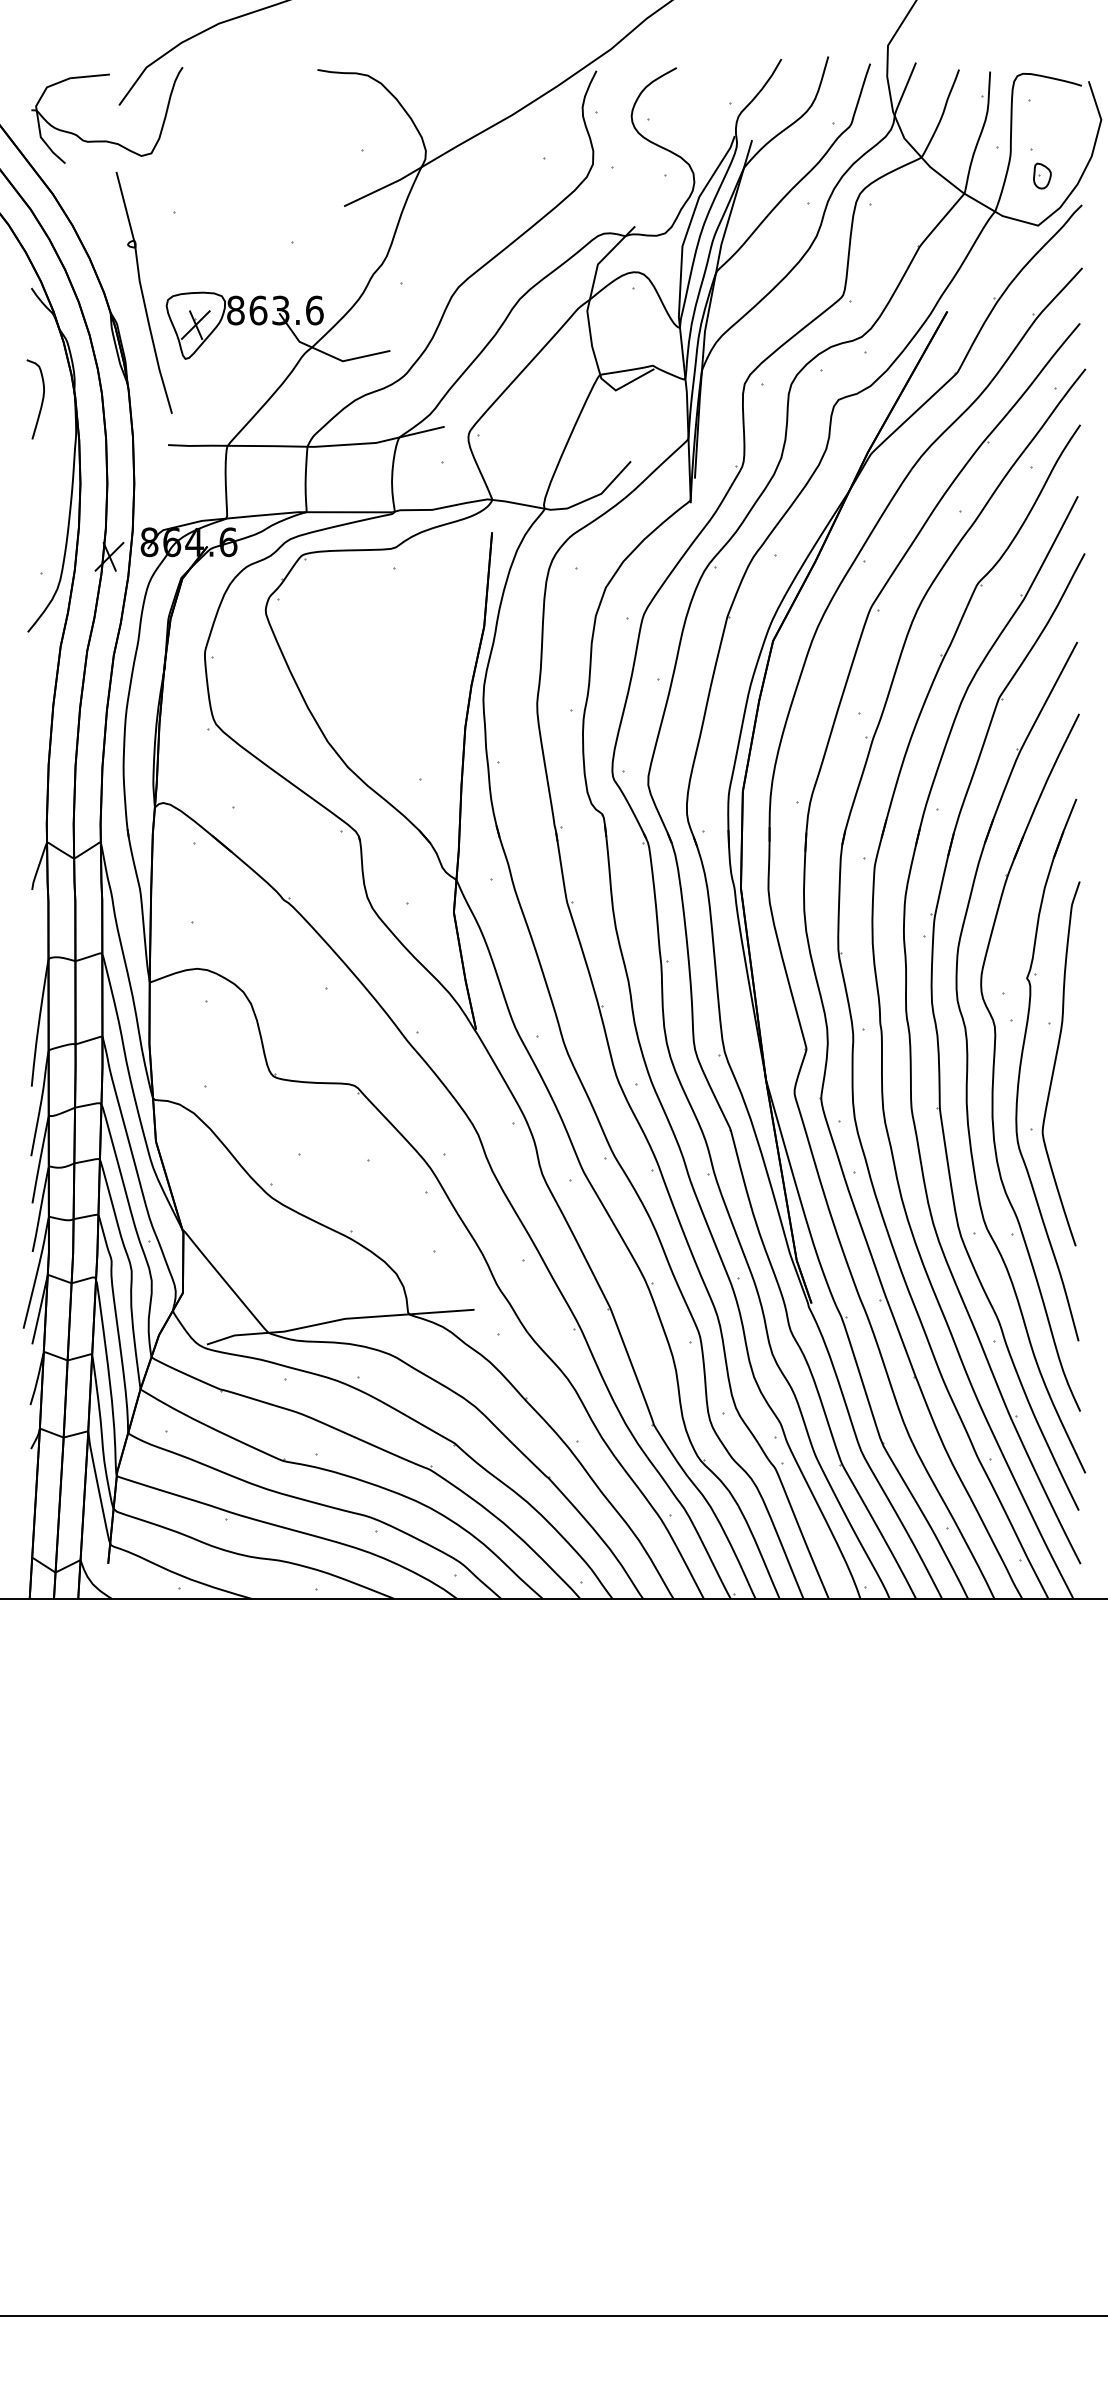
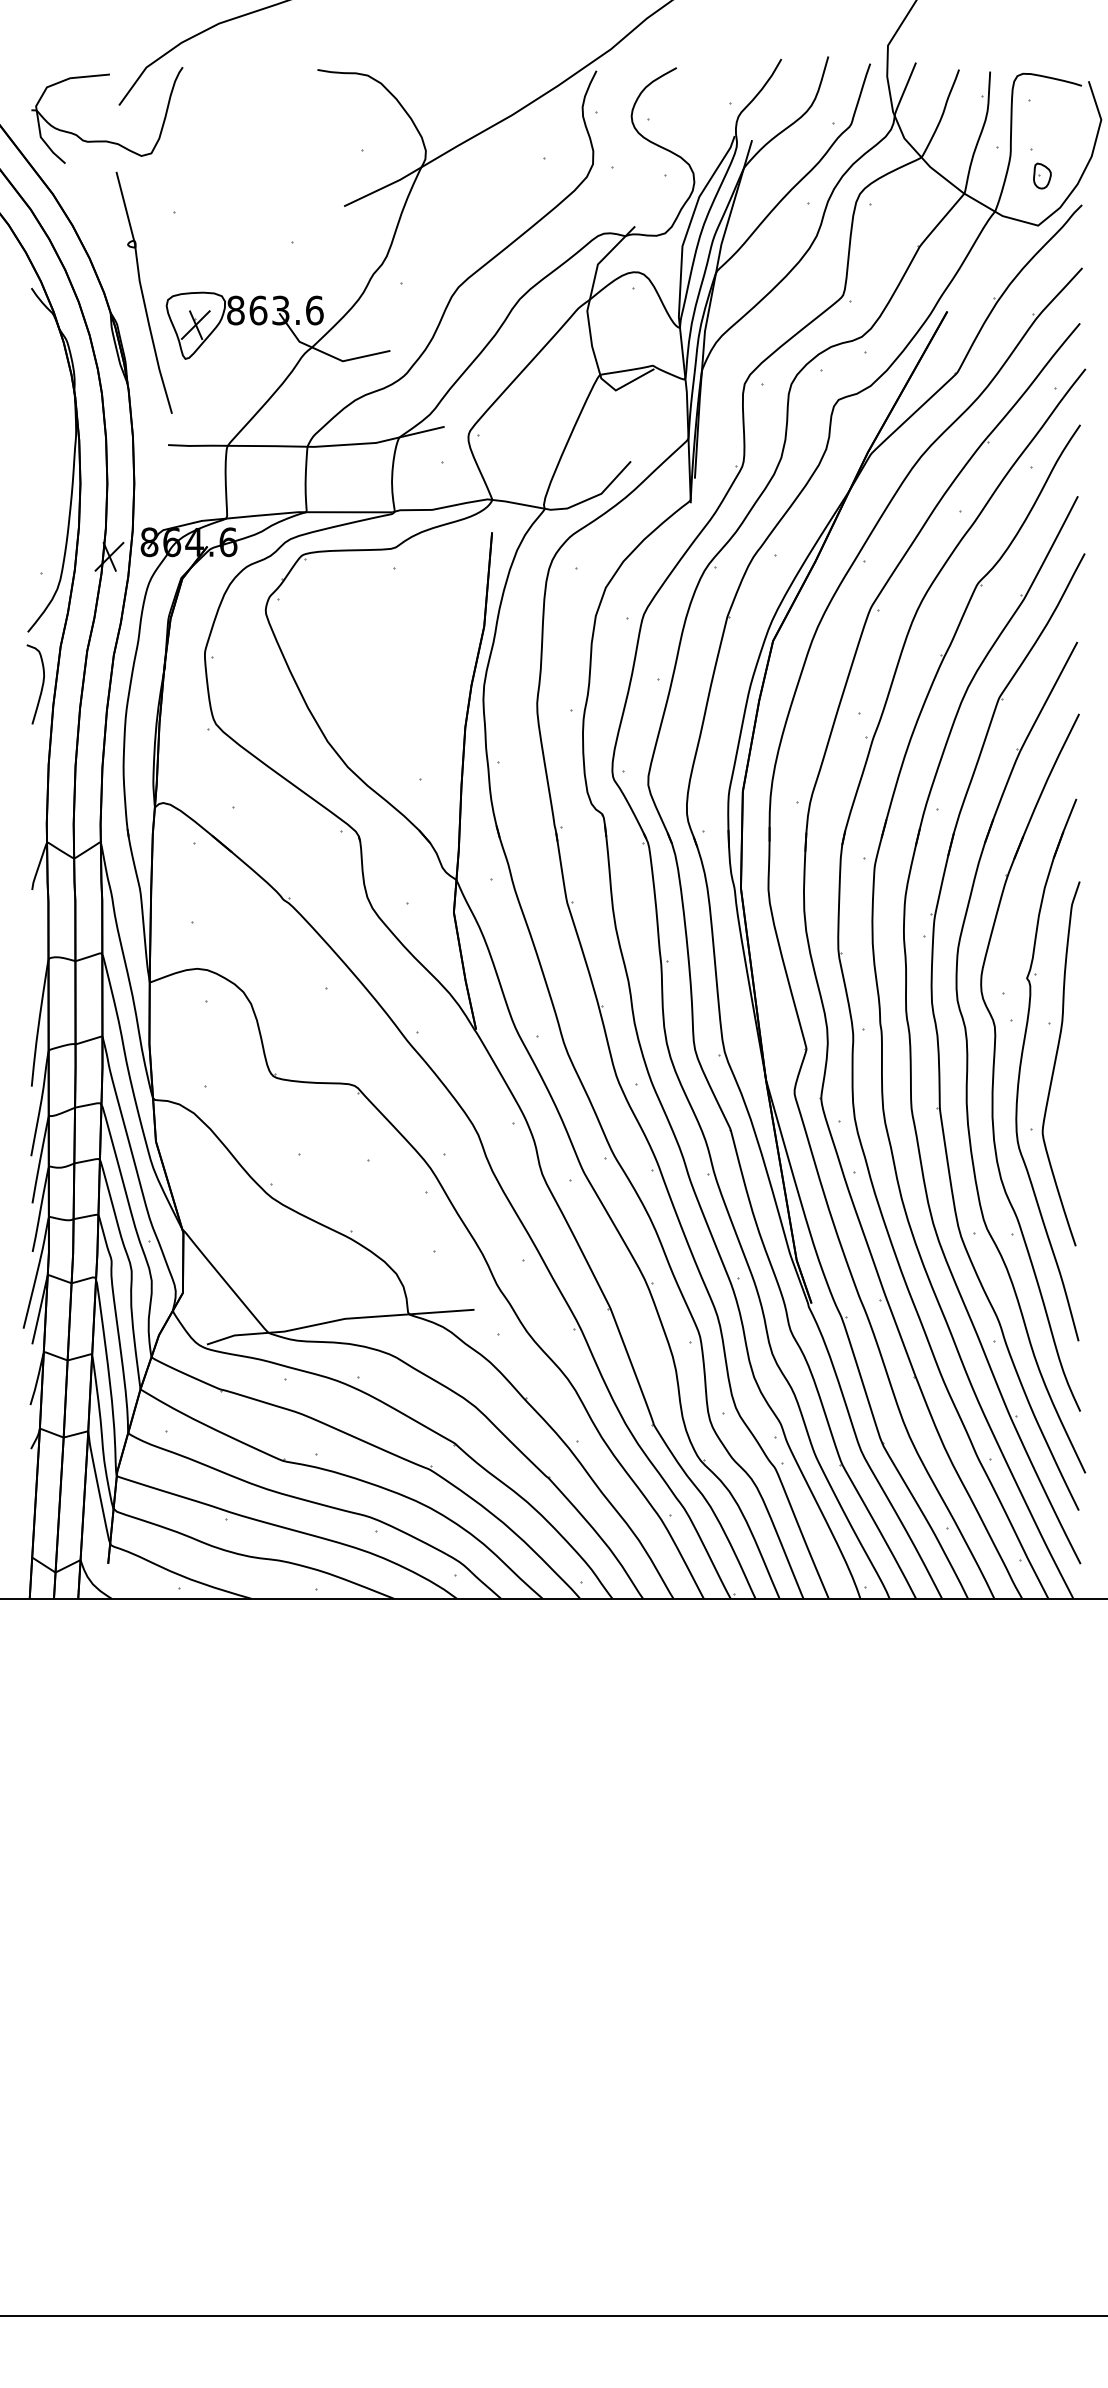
curve at (41, 400) position: (41, 400) -> (41, 685)
